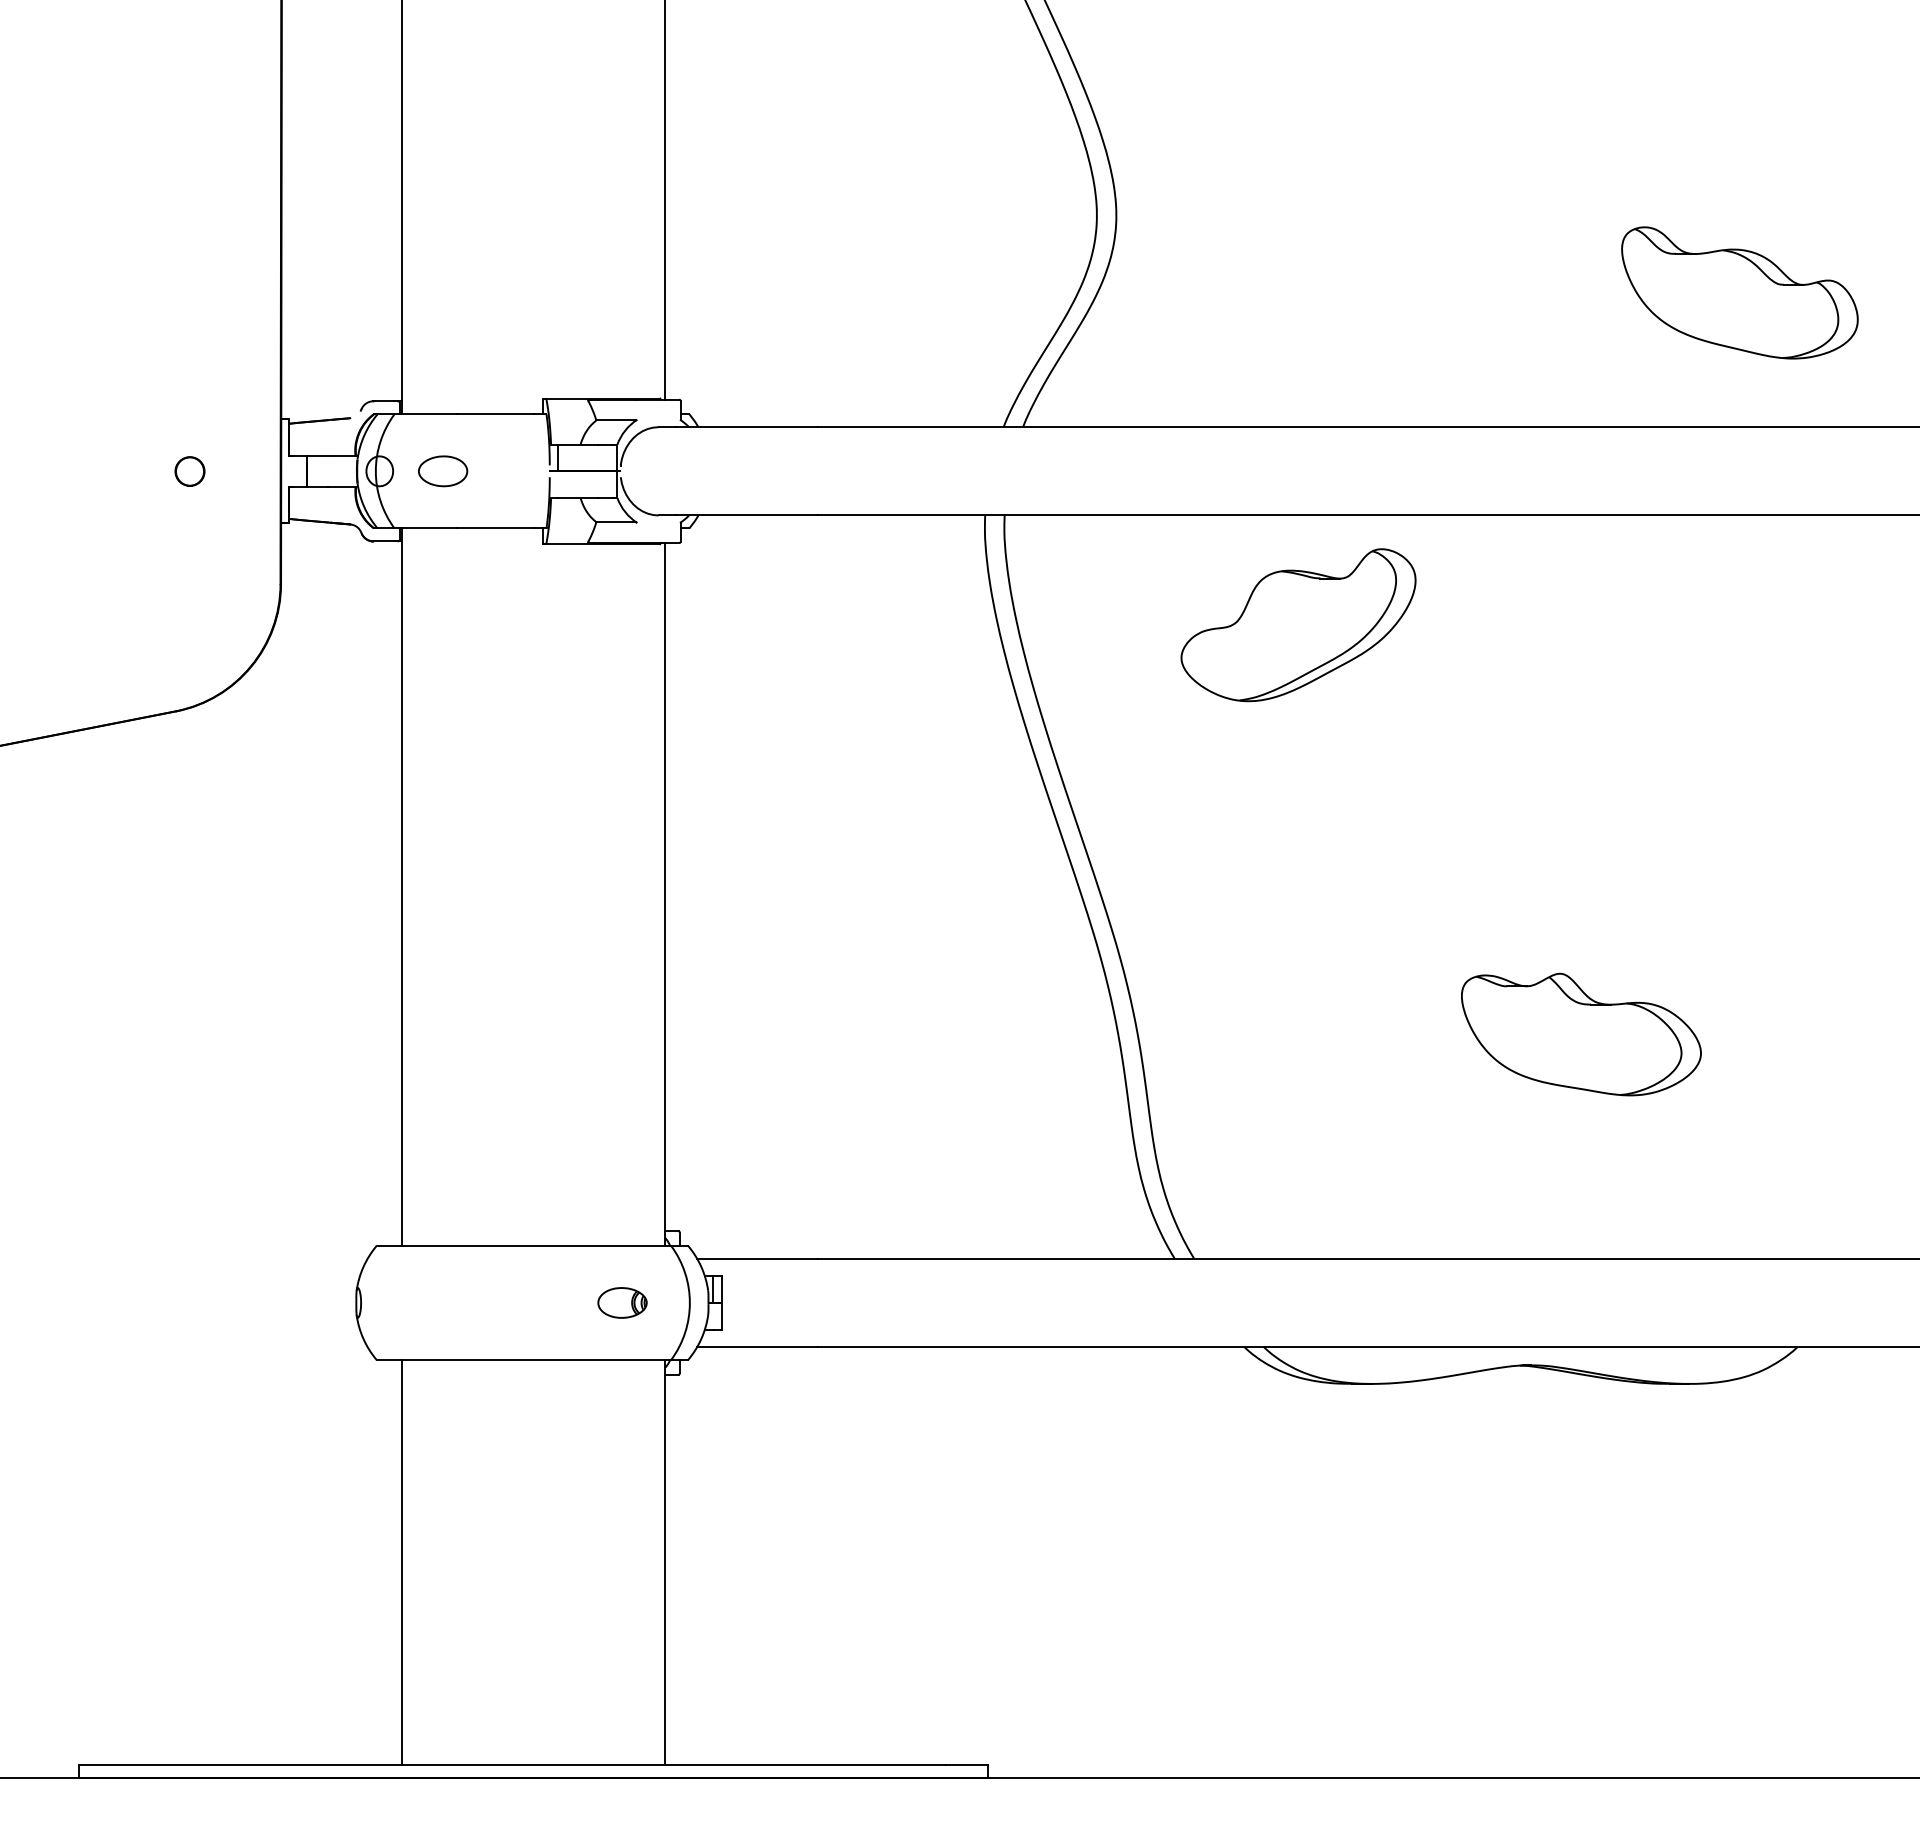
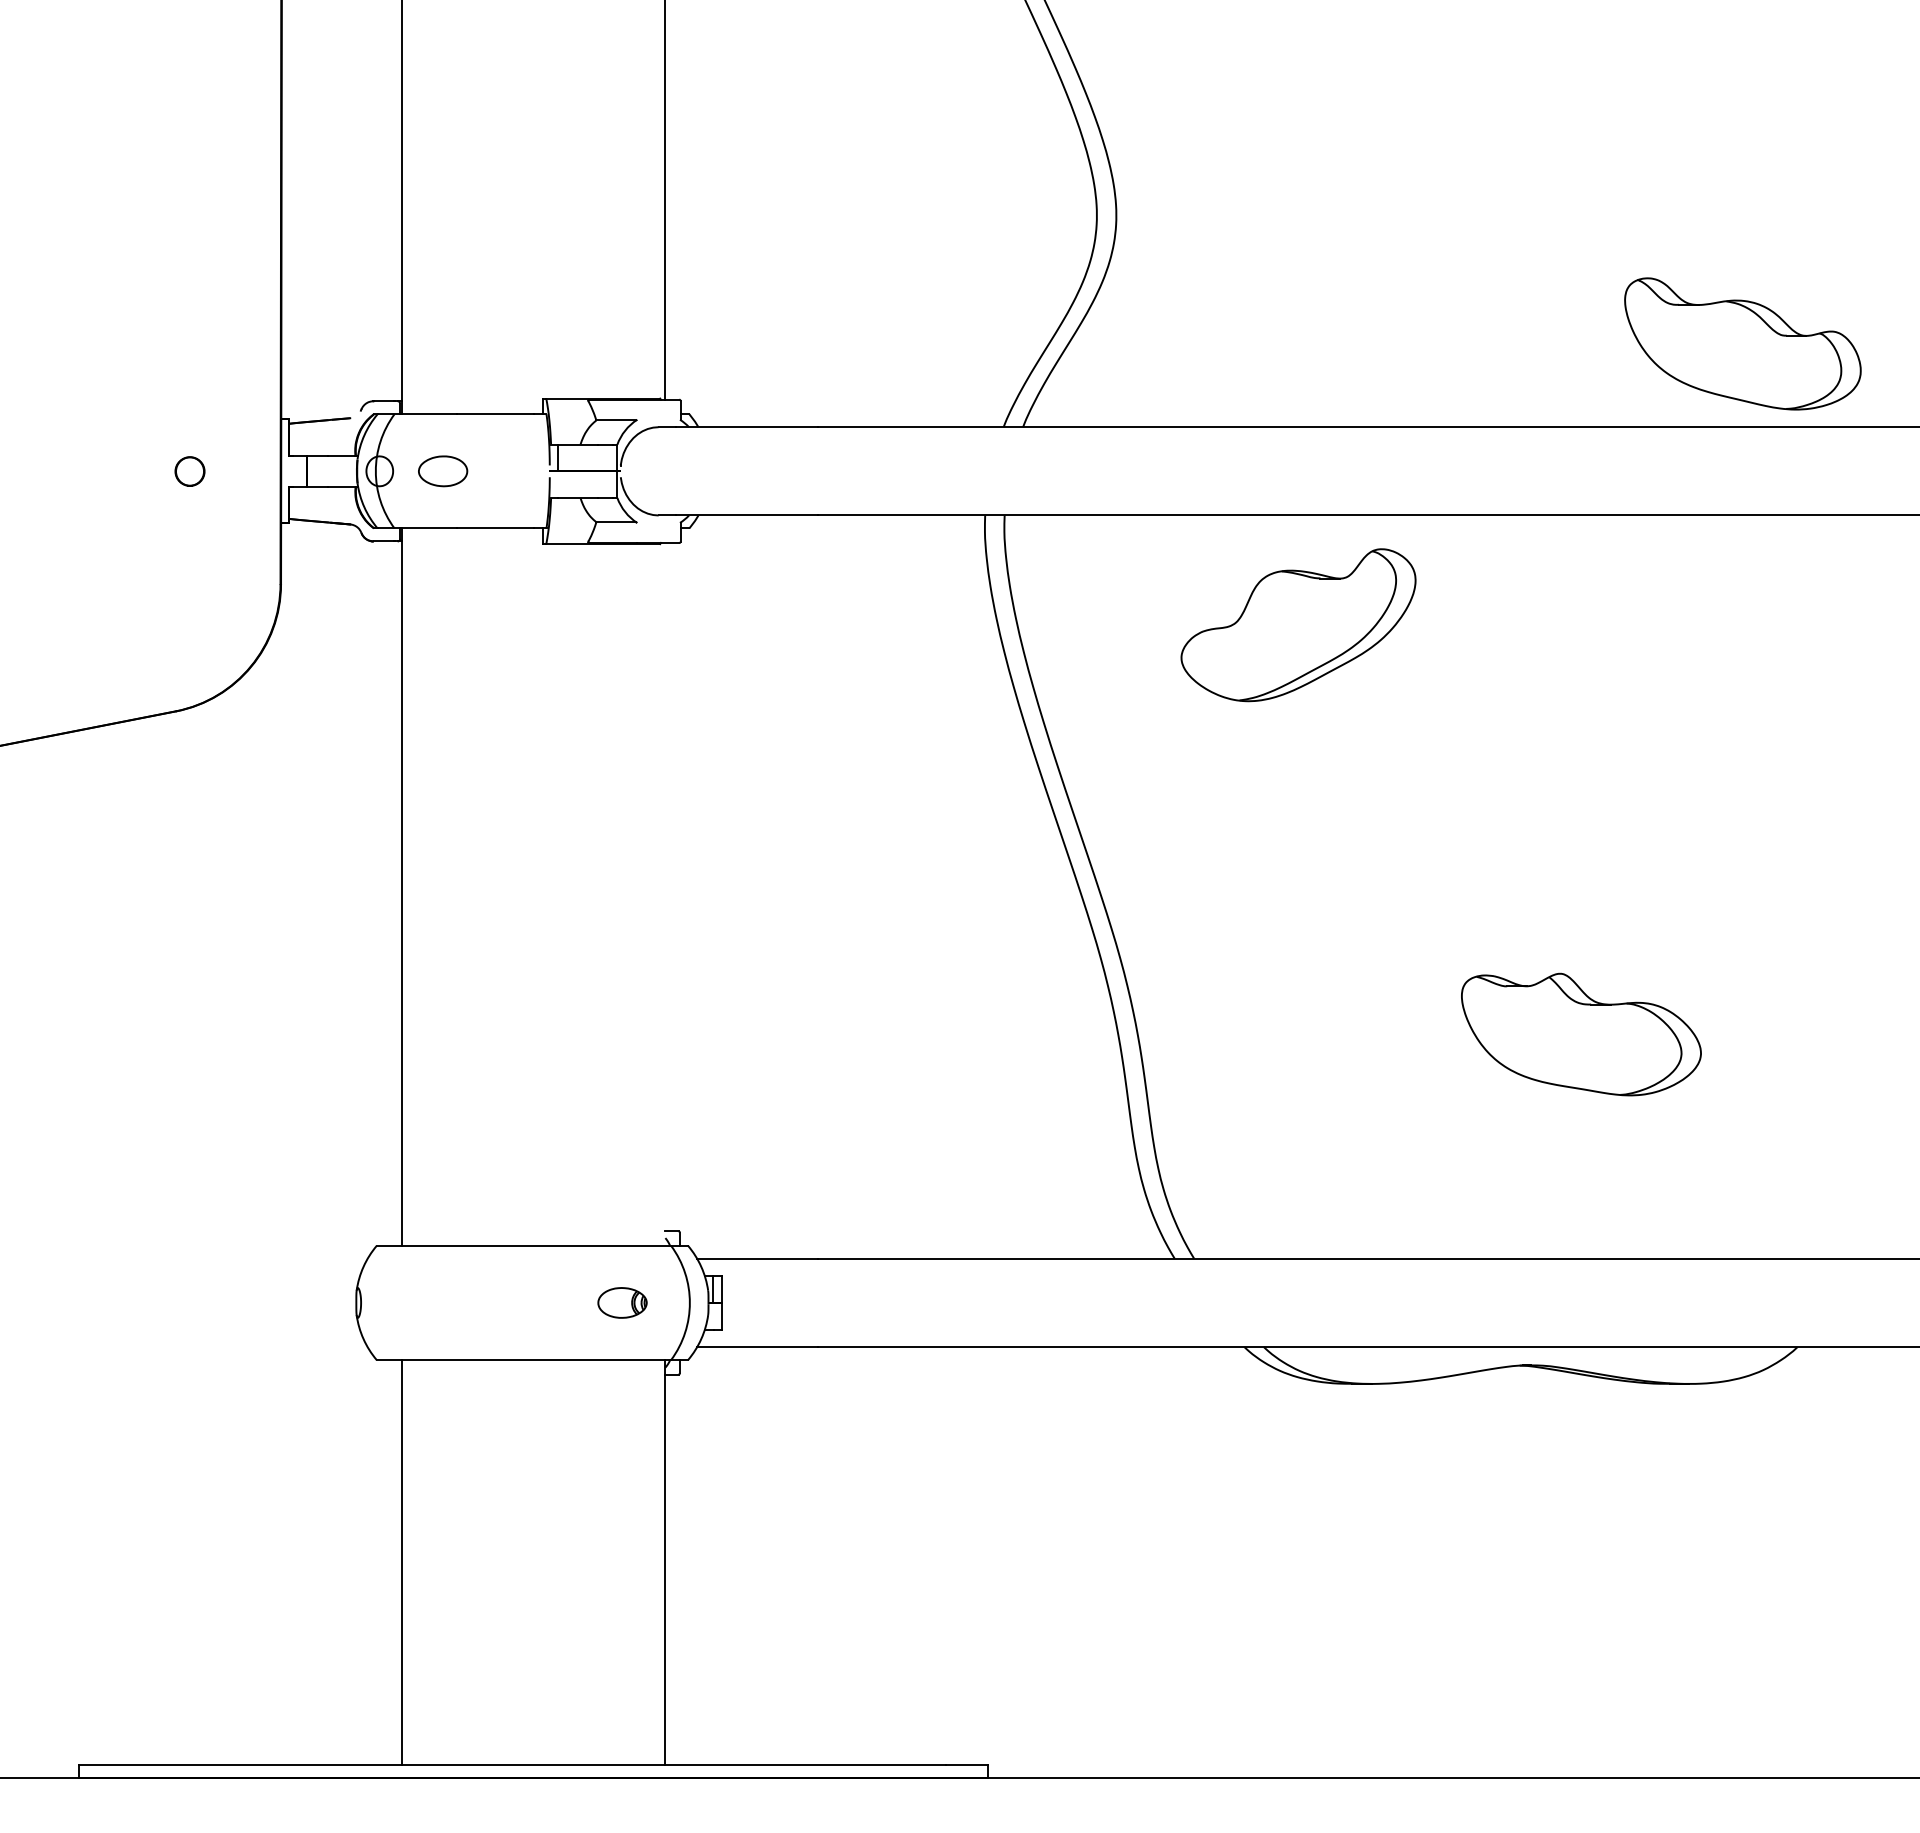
part at (1739, 292) position: (1739, 292) -> (1742, 343)
line at (665, 894): present -> none
